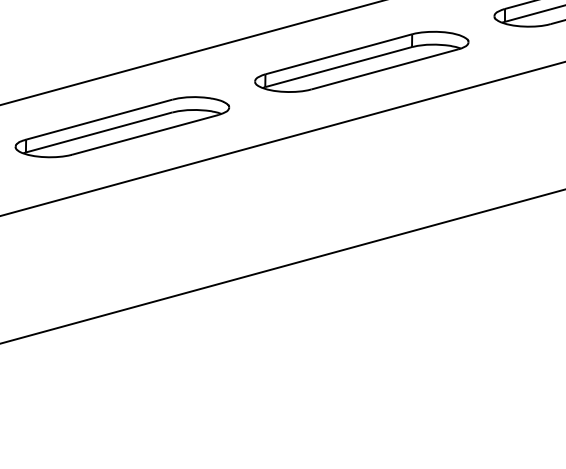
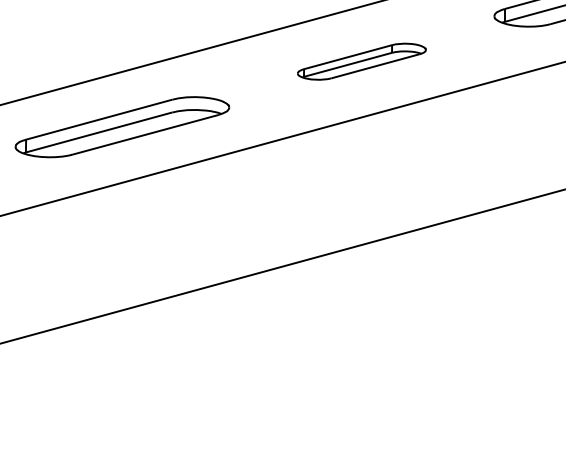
part at (361, 61) size: 216x63 px -> 130x39 px
